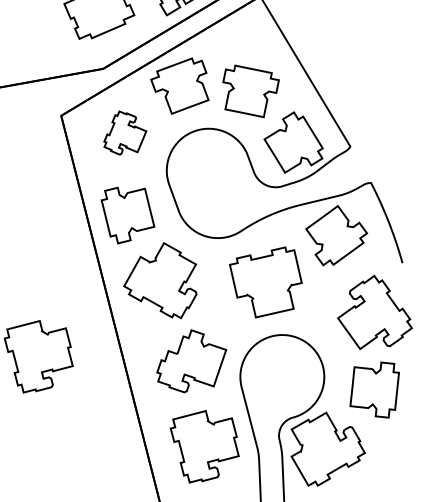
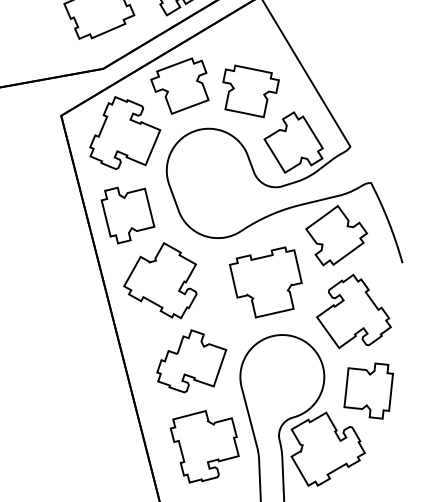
part at (125, 132) size: 45x46 px -> 73x74 px
part at (374, 312) position: (374, 312) -> (353, 311)
part at (38, 356): present -> none
part at (374, 389) position: (374, 389) -> (368, 390)
